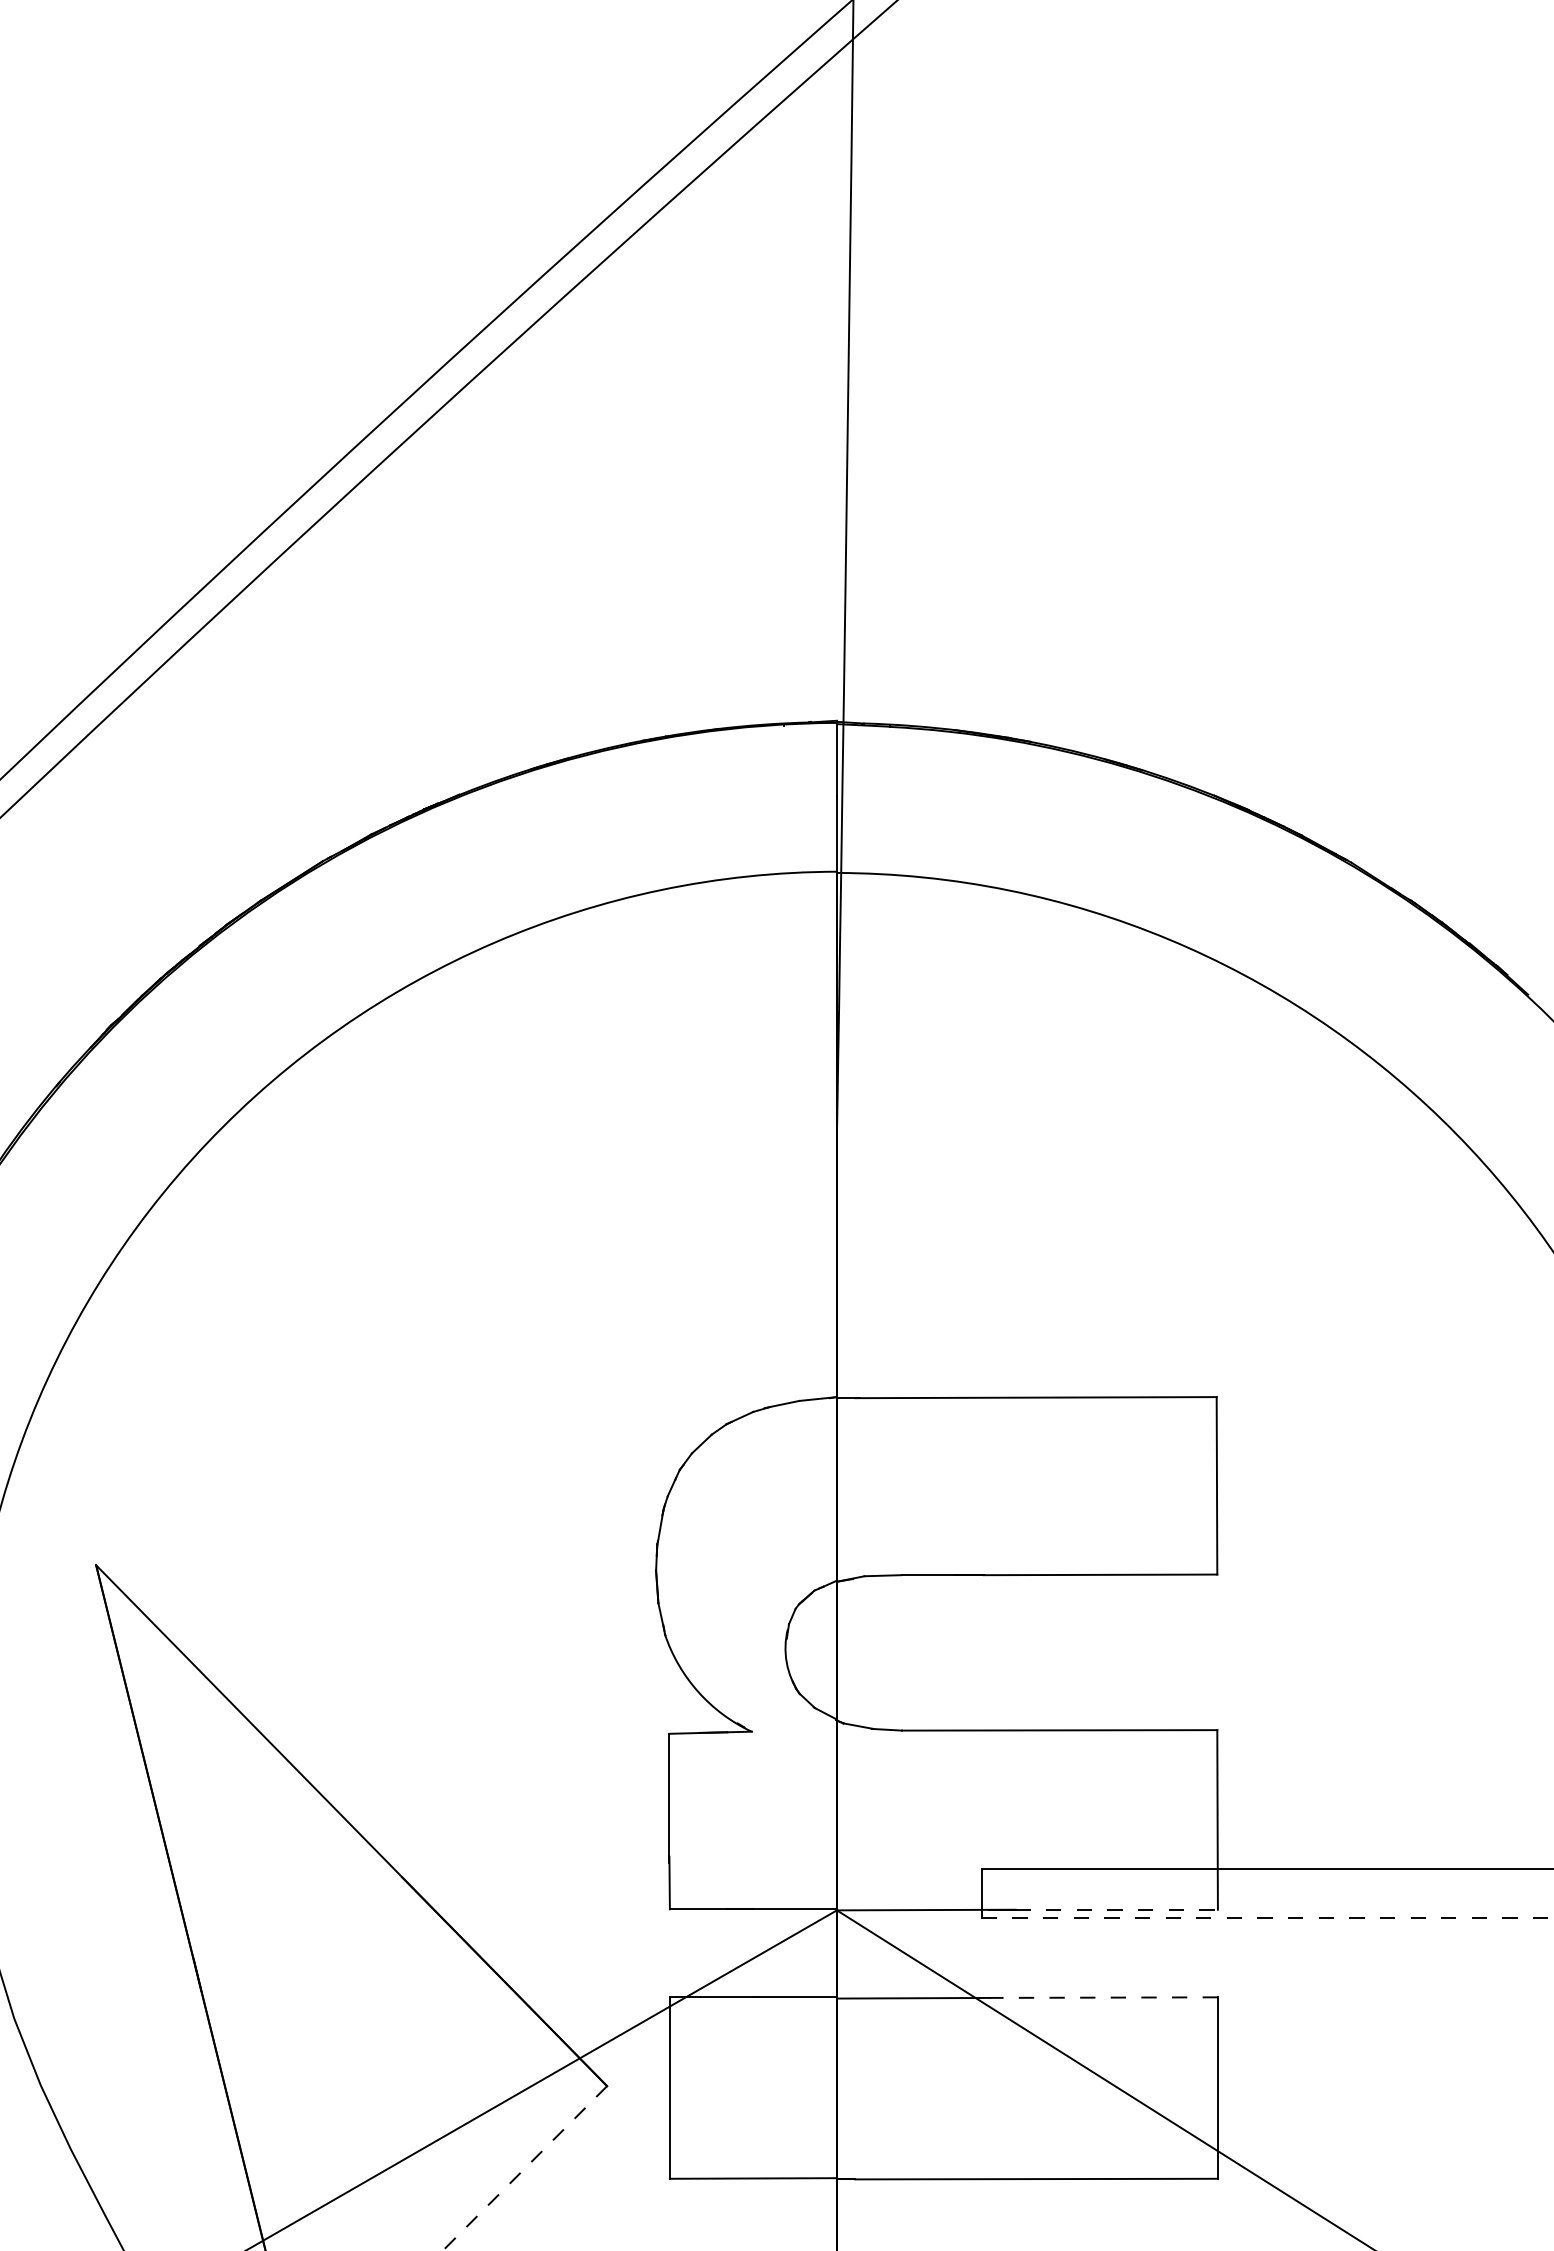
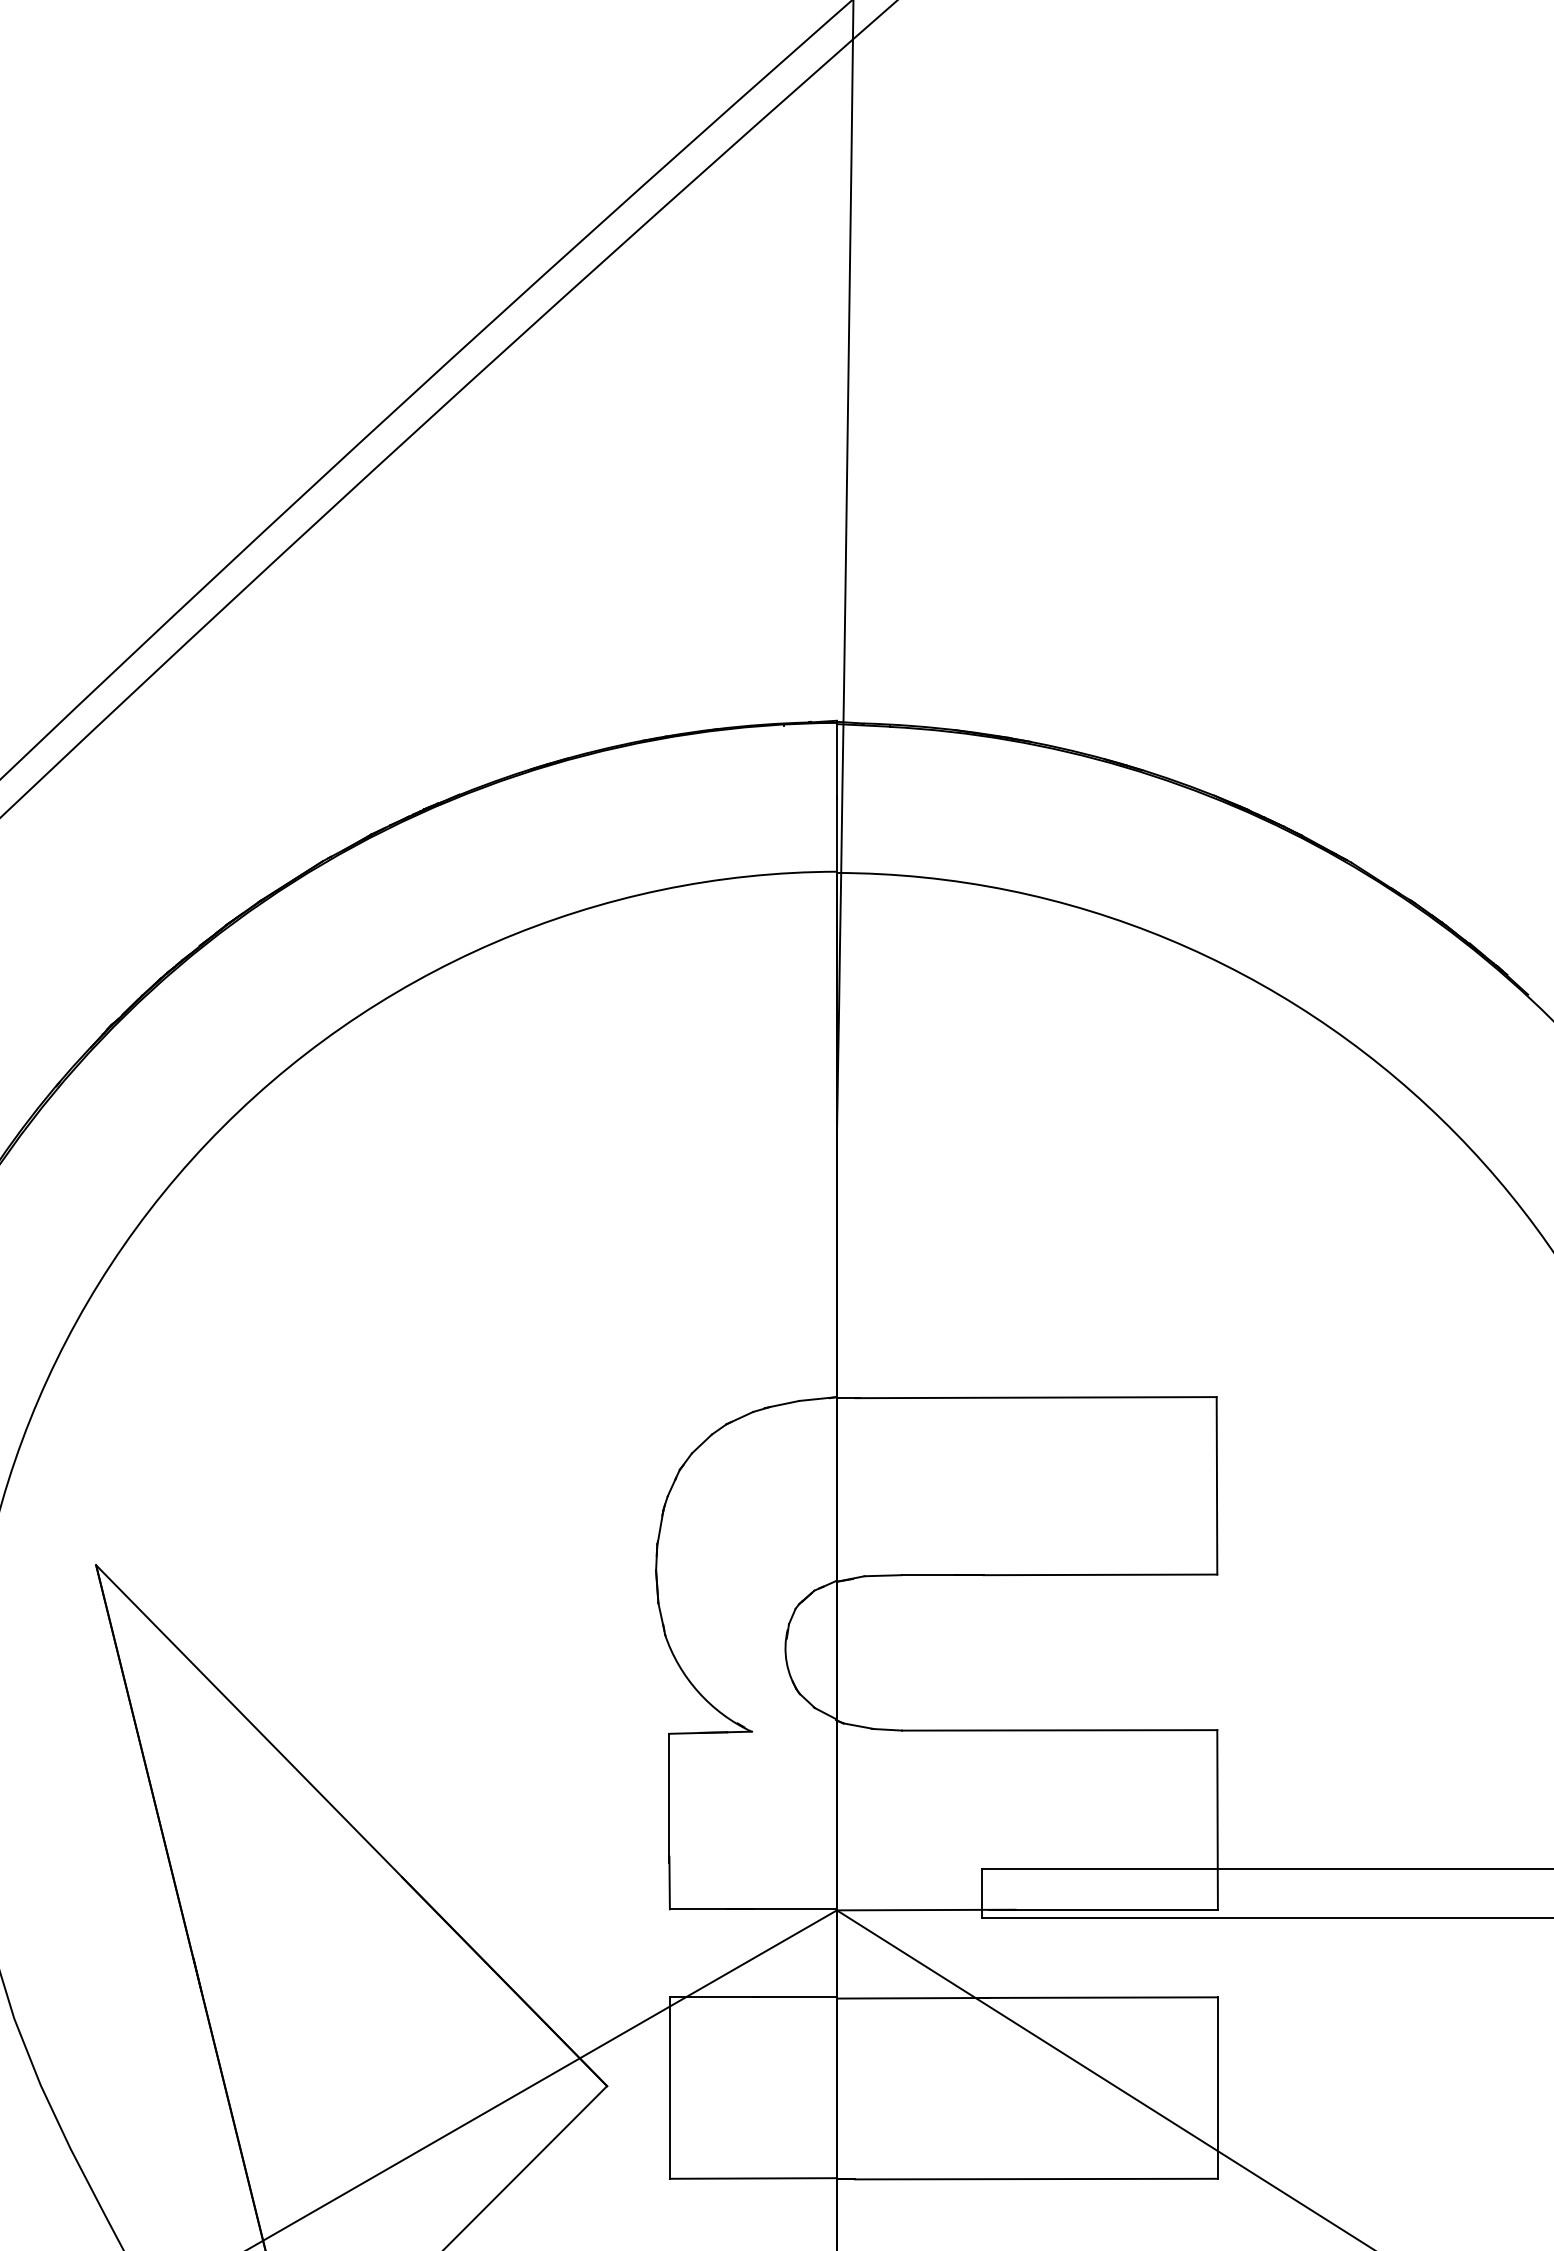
line at (1117, 1909): dashed -> solid
line at (1267, 1917): dashed -> solid
line at (1100, 1997): dashed -> solid
line at (524, 2168): dashed -> solid
